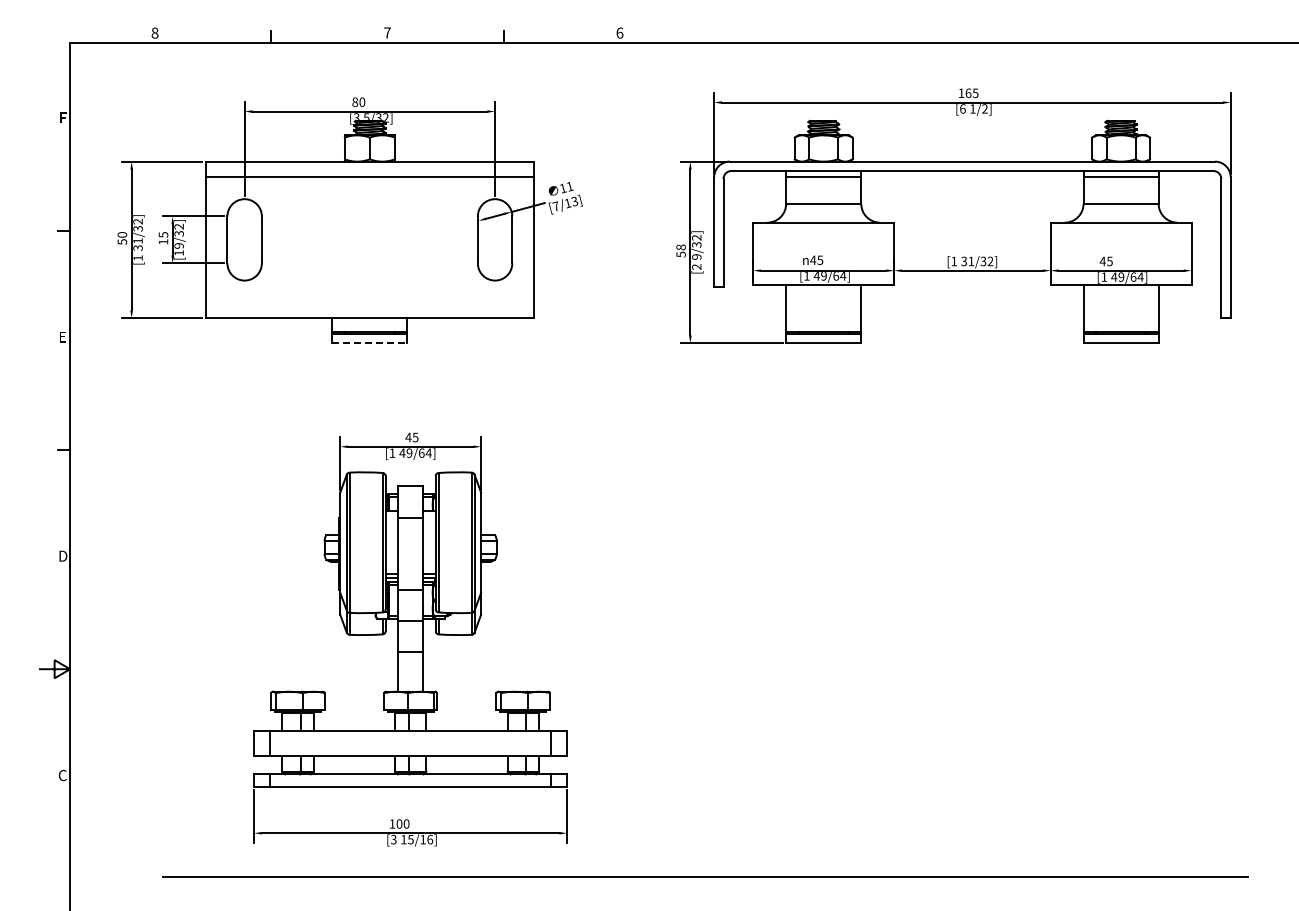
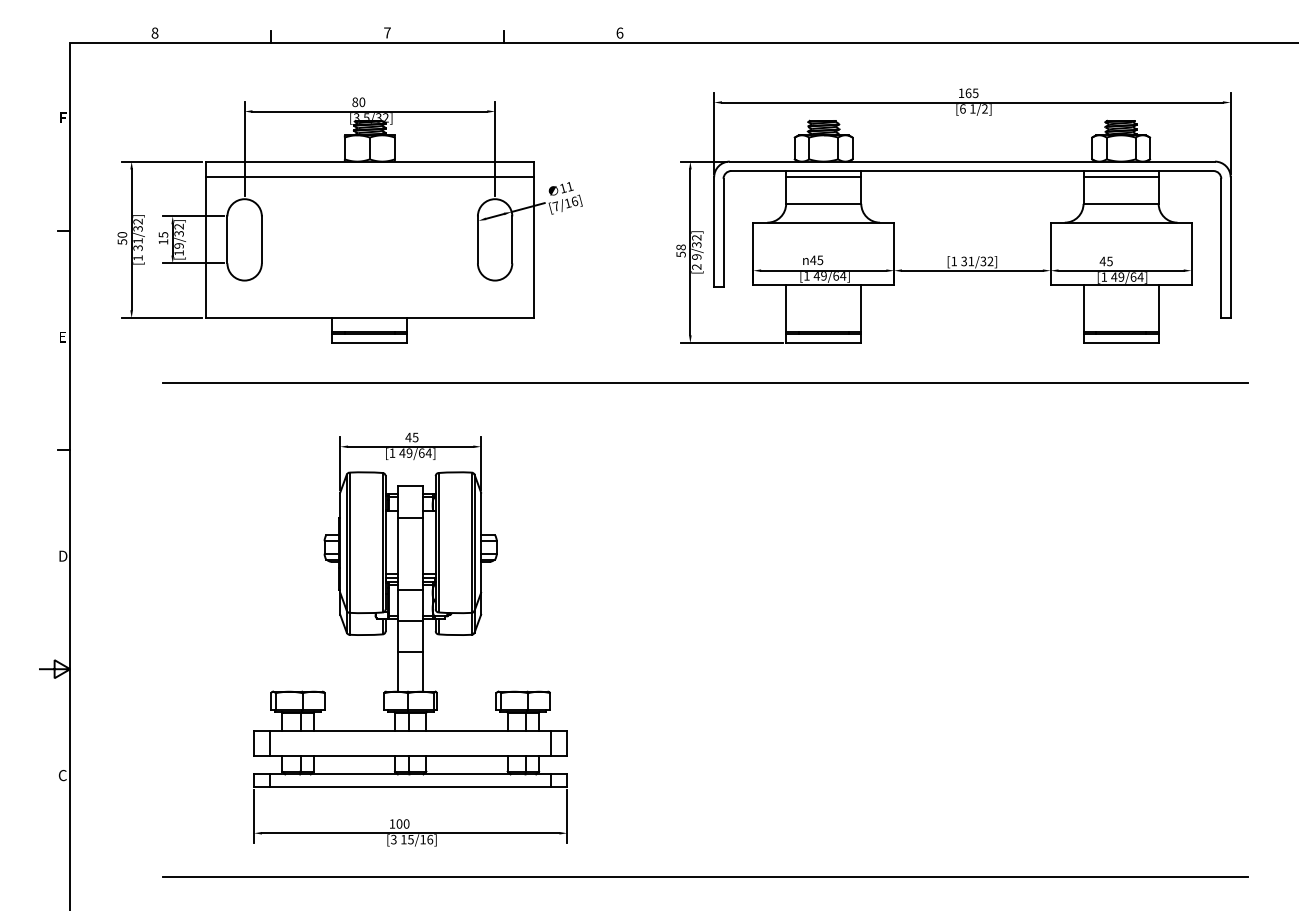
text at (574, 201): [7/13] -> [7/16]
line at (369, 343): dashed -> solid
line at (705, 383): none -> present
